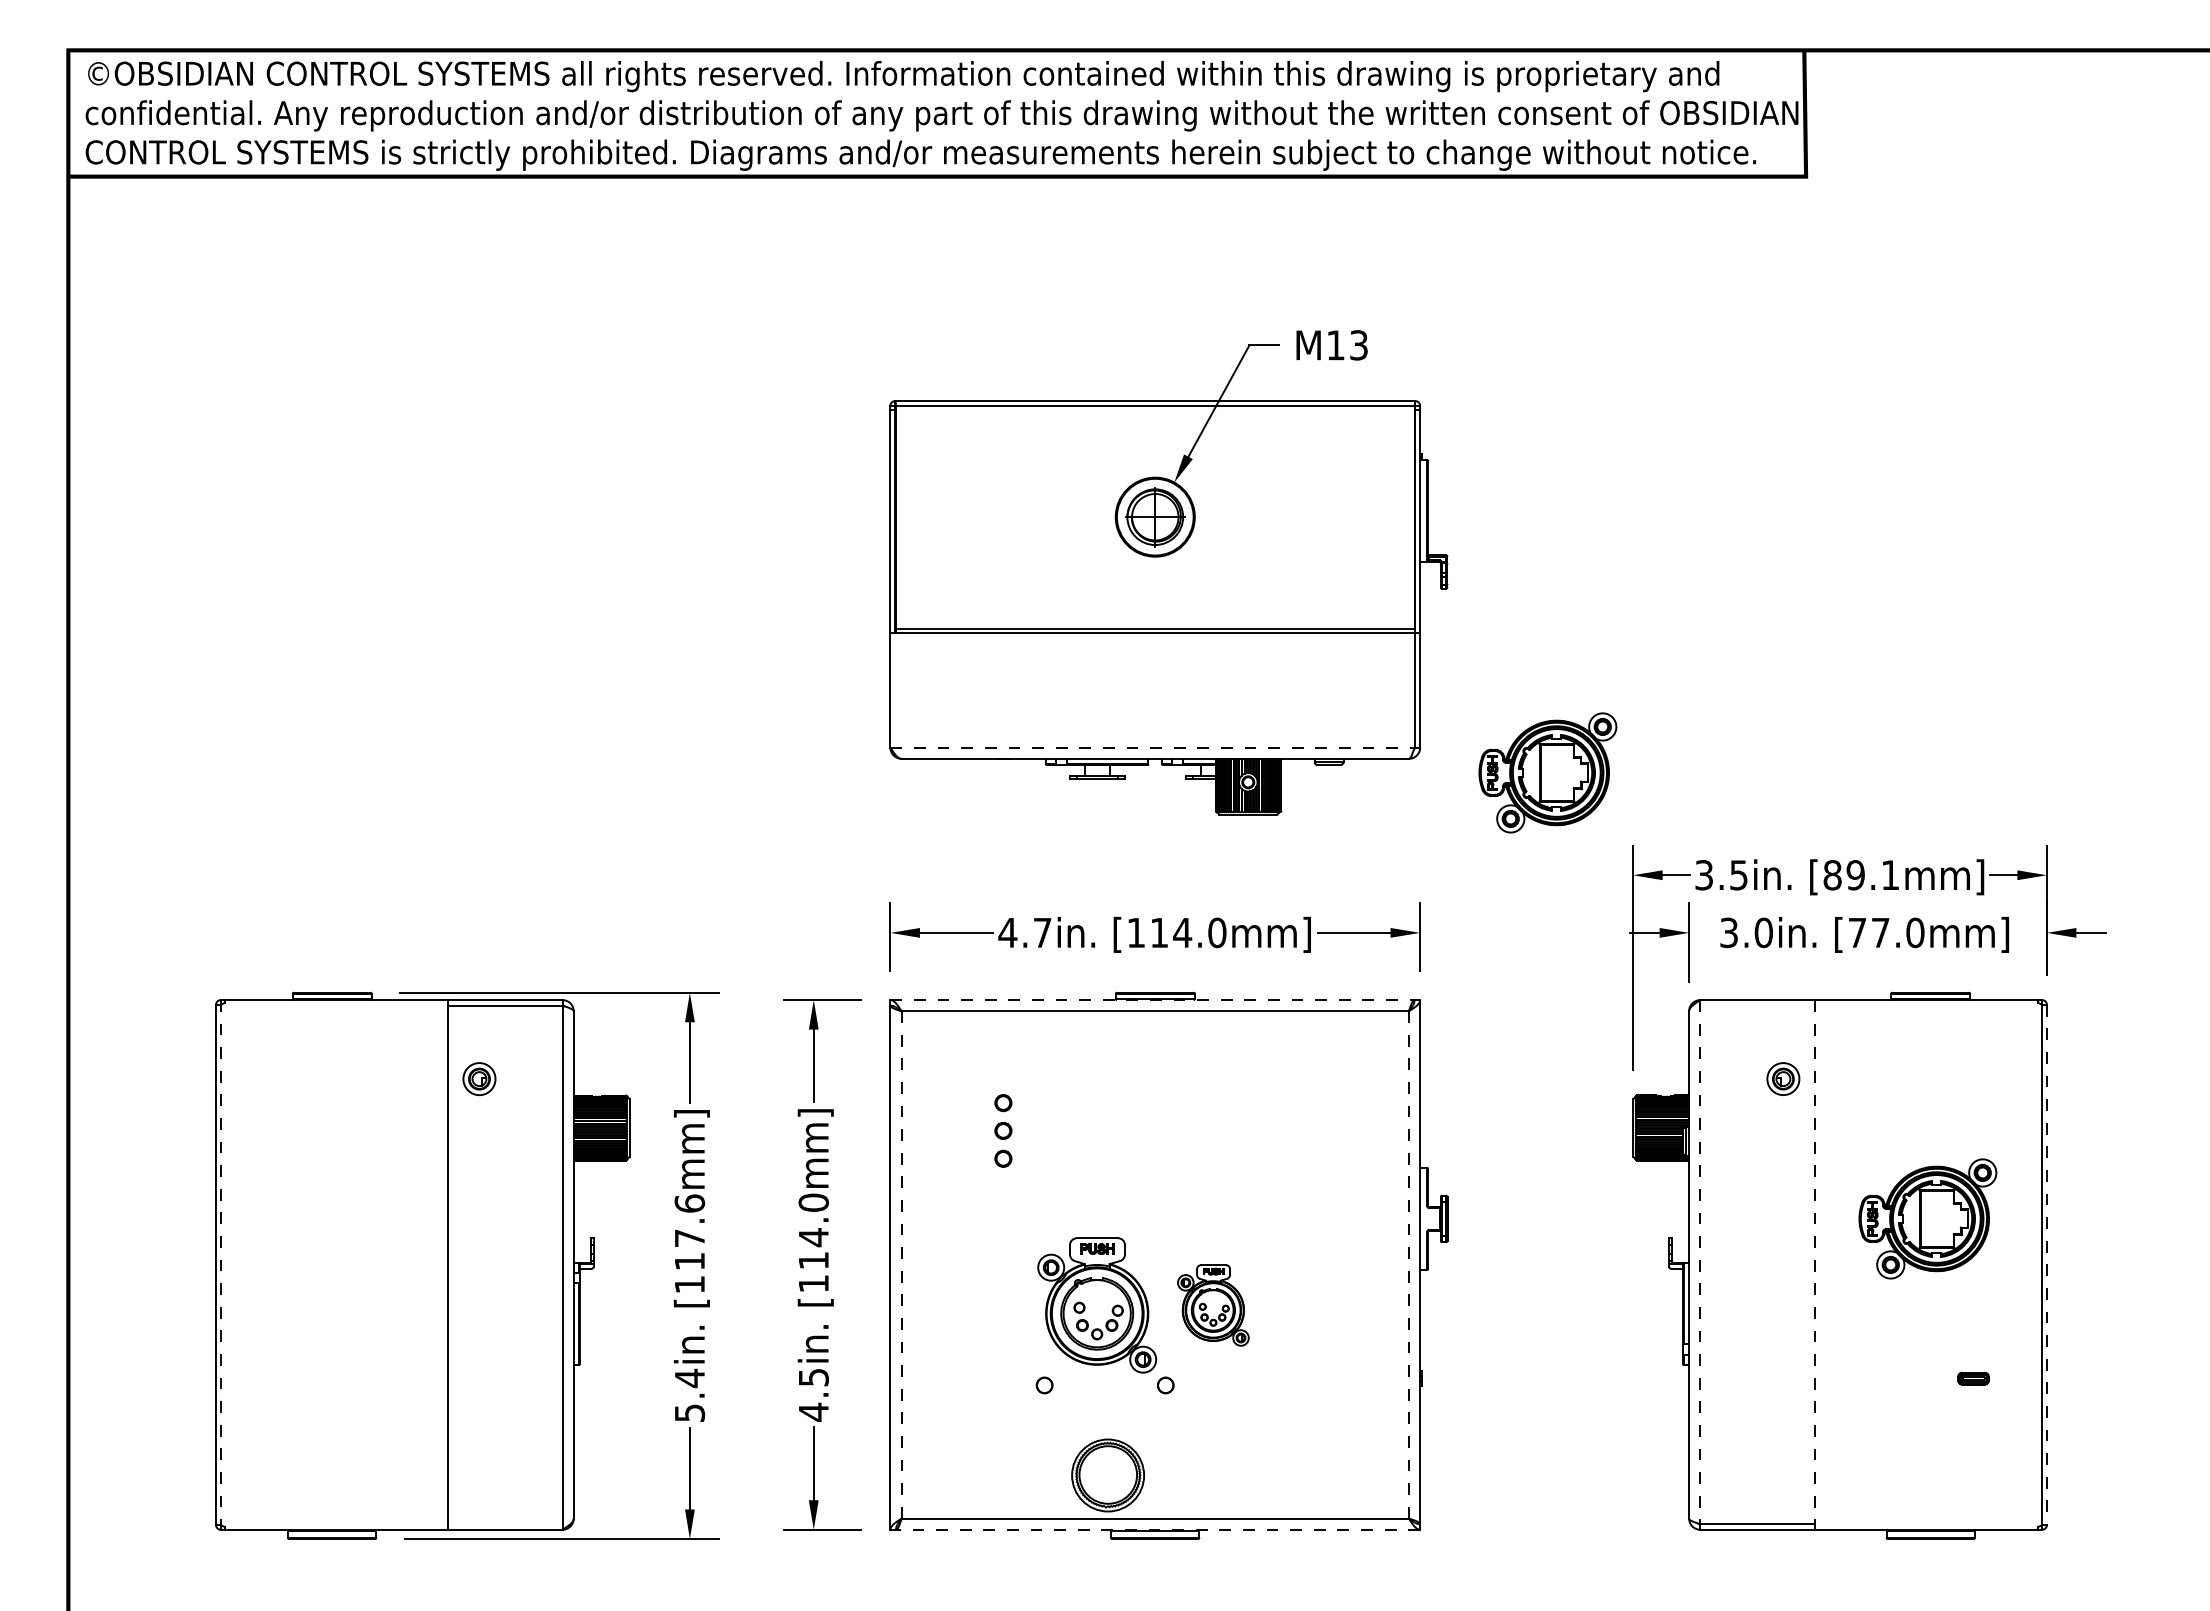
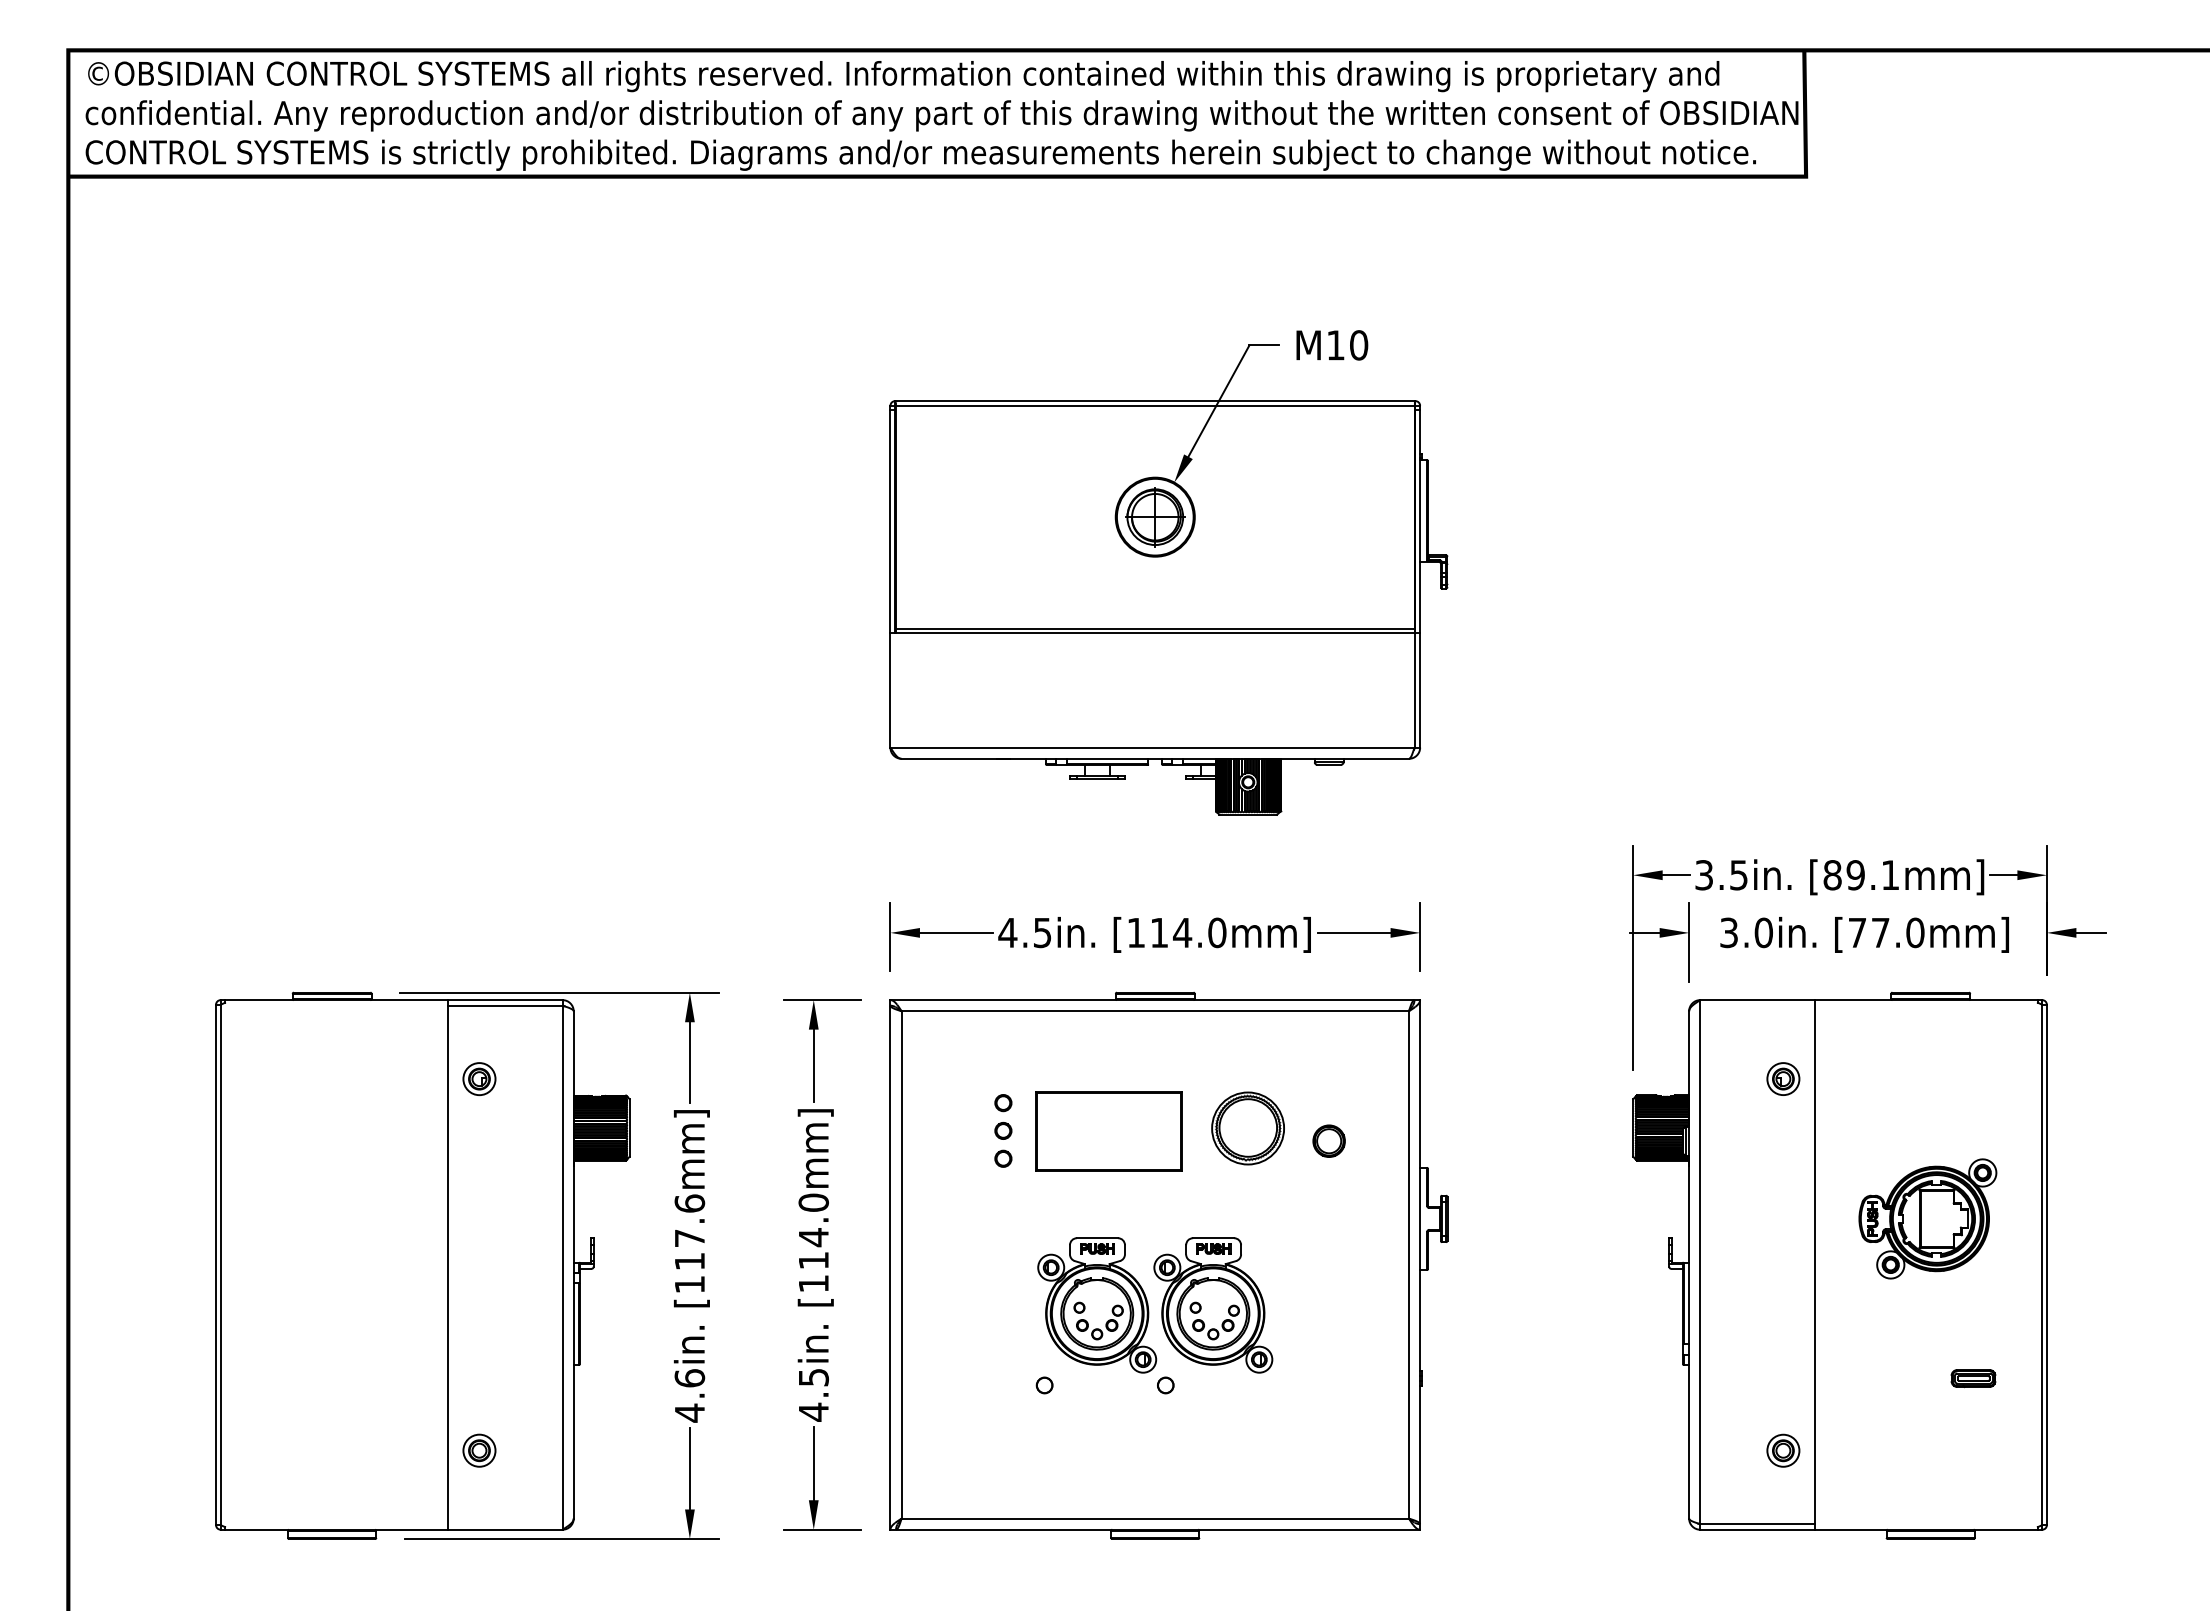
text at (1359, 345): M13 -> M10
line at (1155, 747): dashed -> solid
part at (1547, 772): present -> none
text at (1042, 933): 4.7in. -> 4.5in.
line at (1155, 1000): dashed -> solid
part at (1108, 1131): none -> present
part at (1328, 1140): none -> present
line at (220, 1264): dashed -> solid
line at (901, 1264): dashed -> solid
line at (1408, 1264): dashed -> solid
line at (1700, 1264): dashed -> solid
line at (1814, 1264): dashed -> solid
line at (2046, 1265): dashed -> solid
part at (1213, 1305) size: 73x83 px -> 121x137 px
part at (1973, 1378) size: 33x15 px -> 47x20 px
text at (689, 1395): 5.4in. -> 4.6in.
part at (479, 1450): none -> present
part at (1783, 1450): none -> present
part at (1107, 1475) position: (1107, 1475) -> (1247, 1128)
line at (1155, 1529): dashed -> solid
